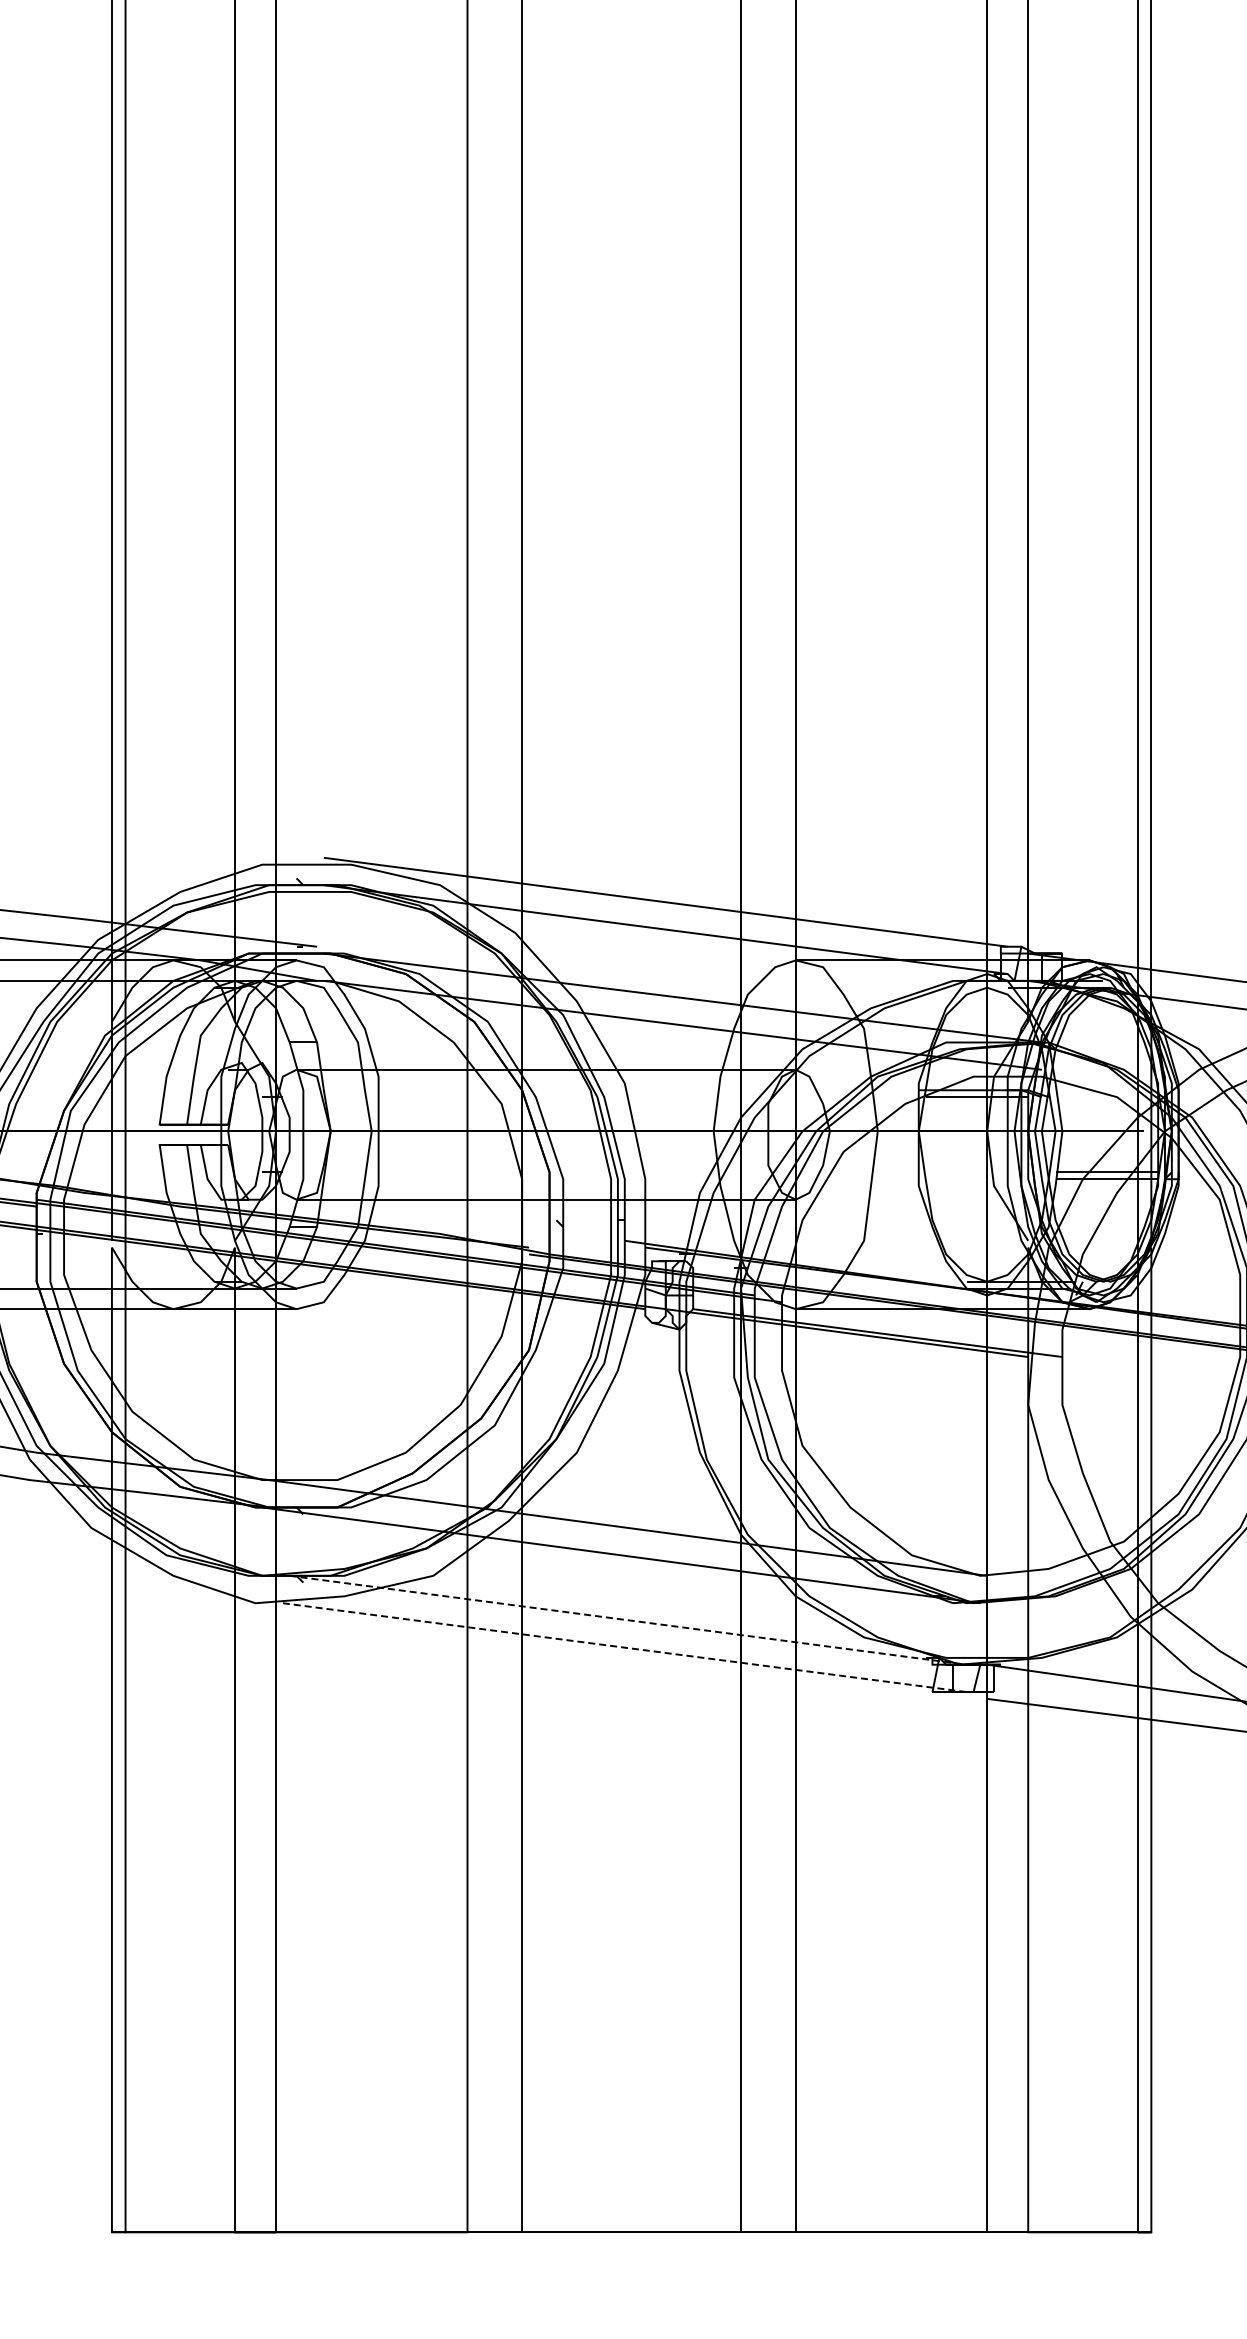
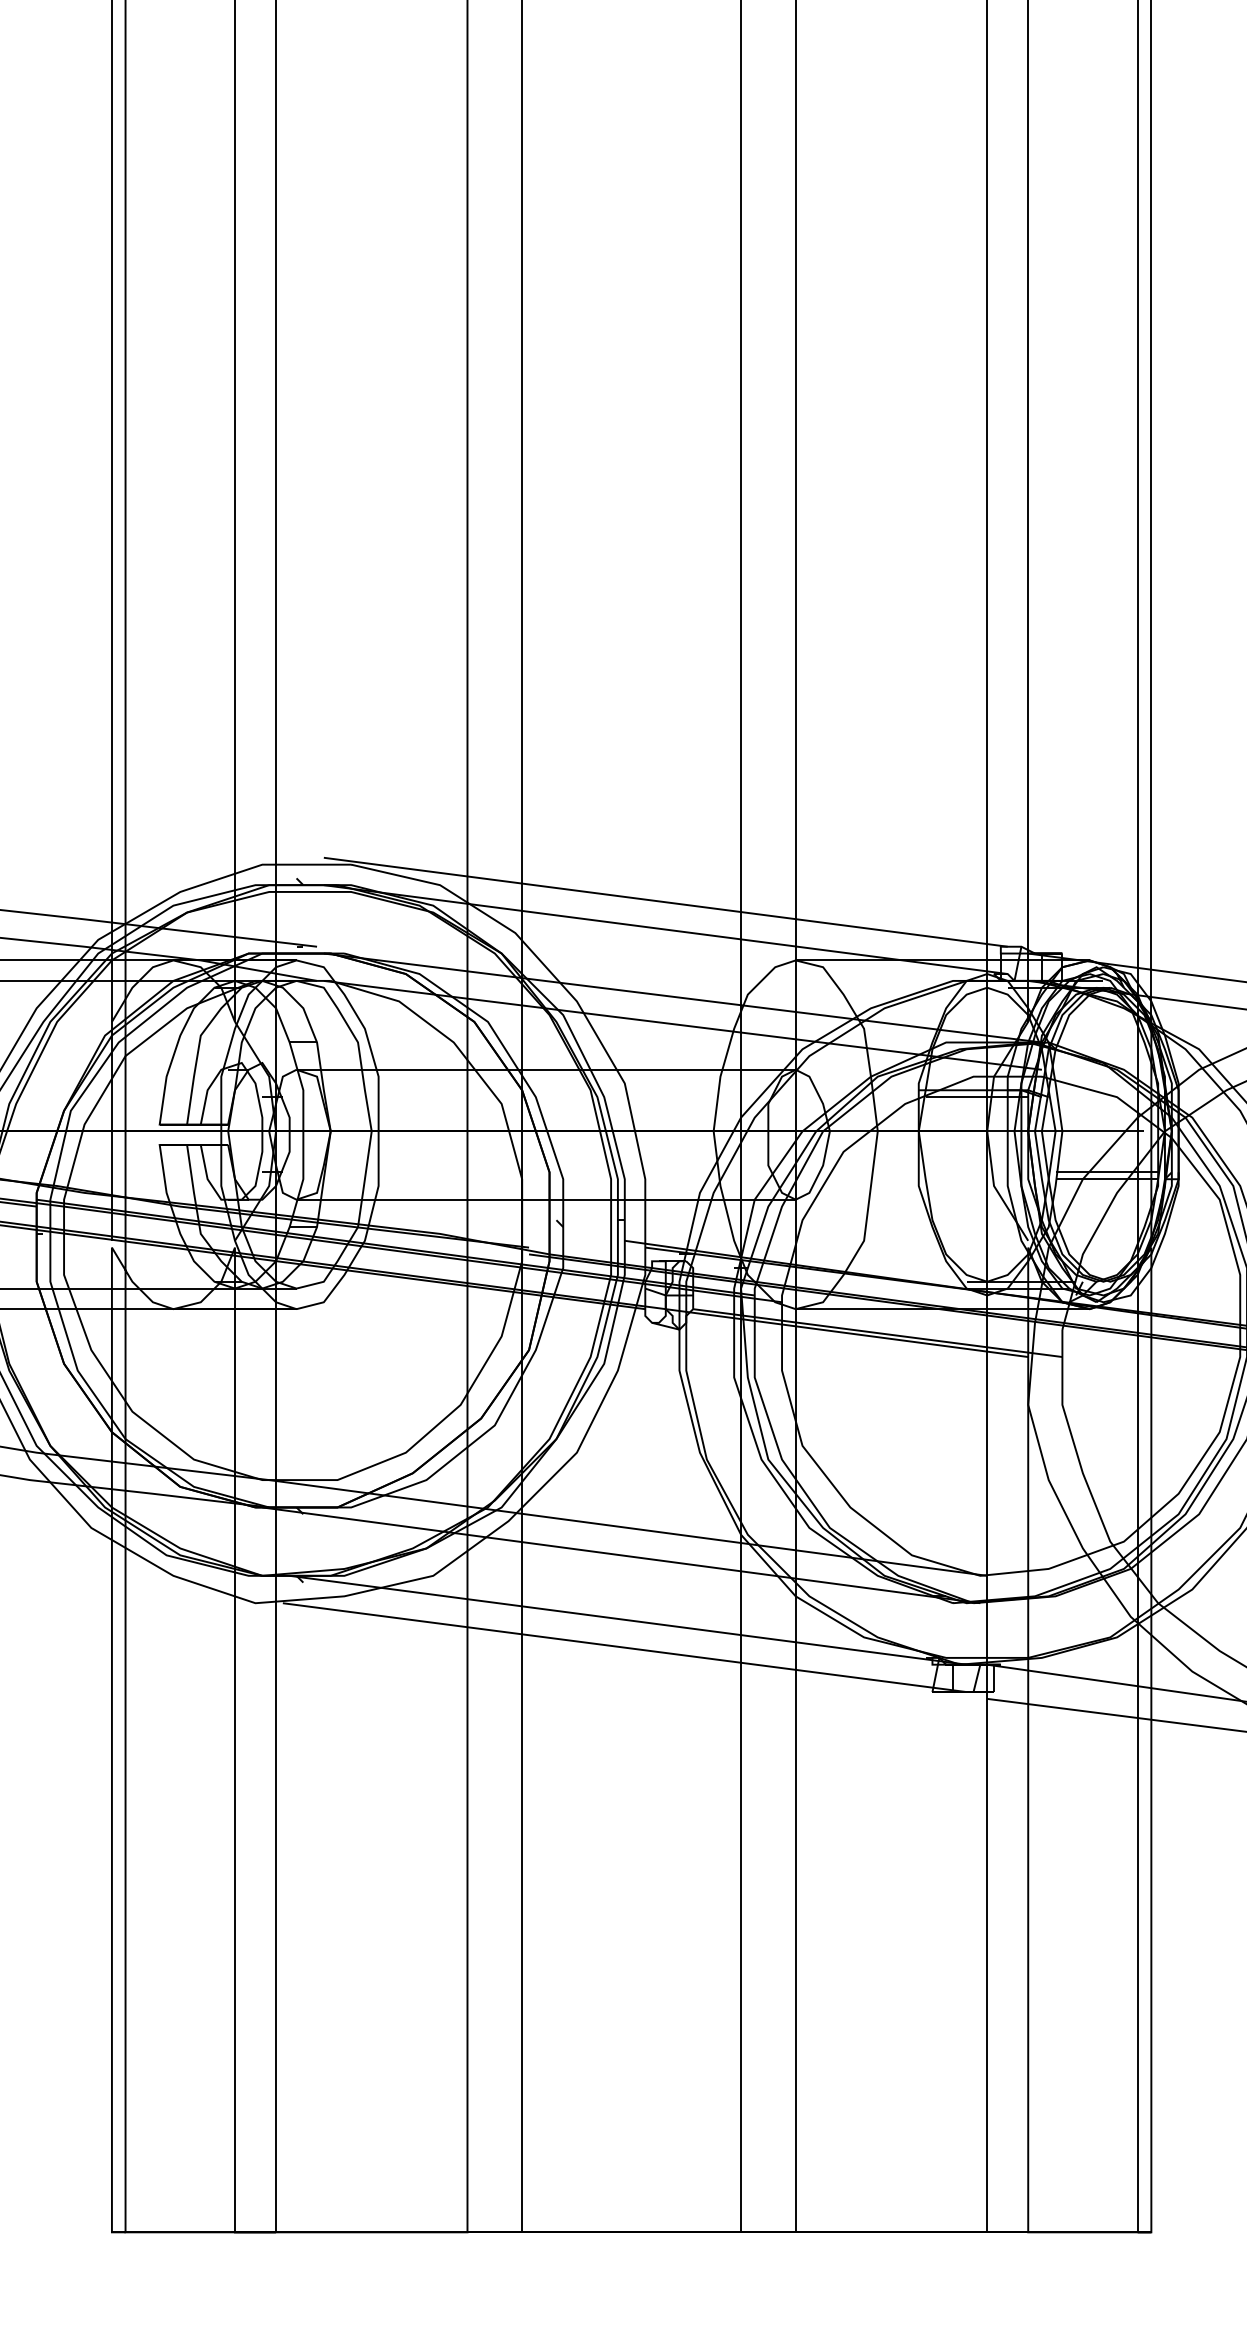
line at (628, 1620): dashed -> solid
line at (624, 1647): dashed -> solid
